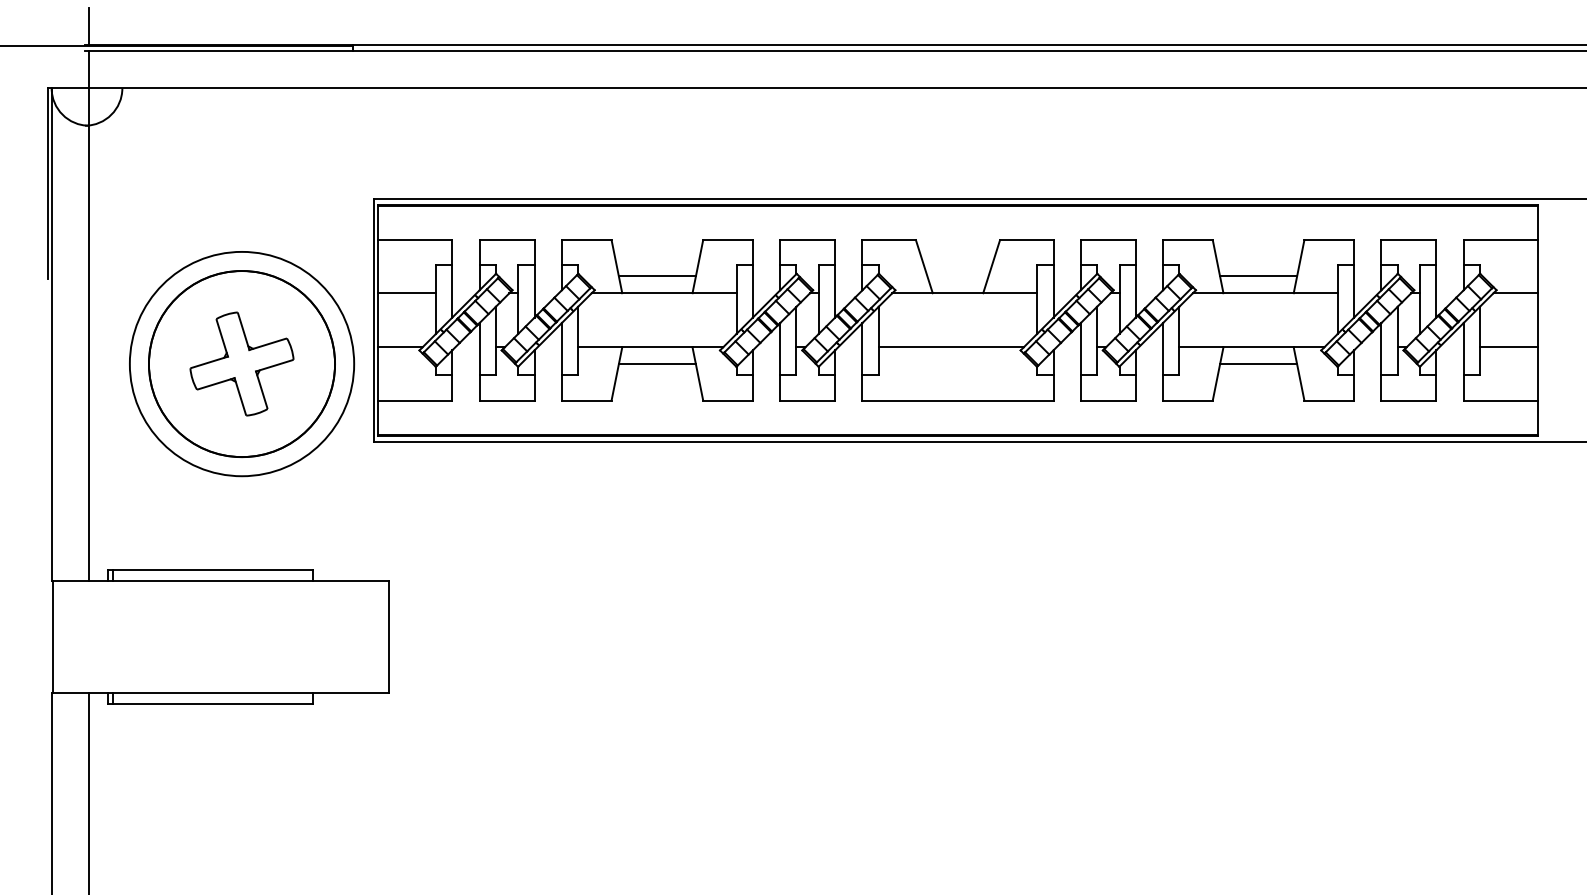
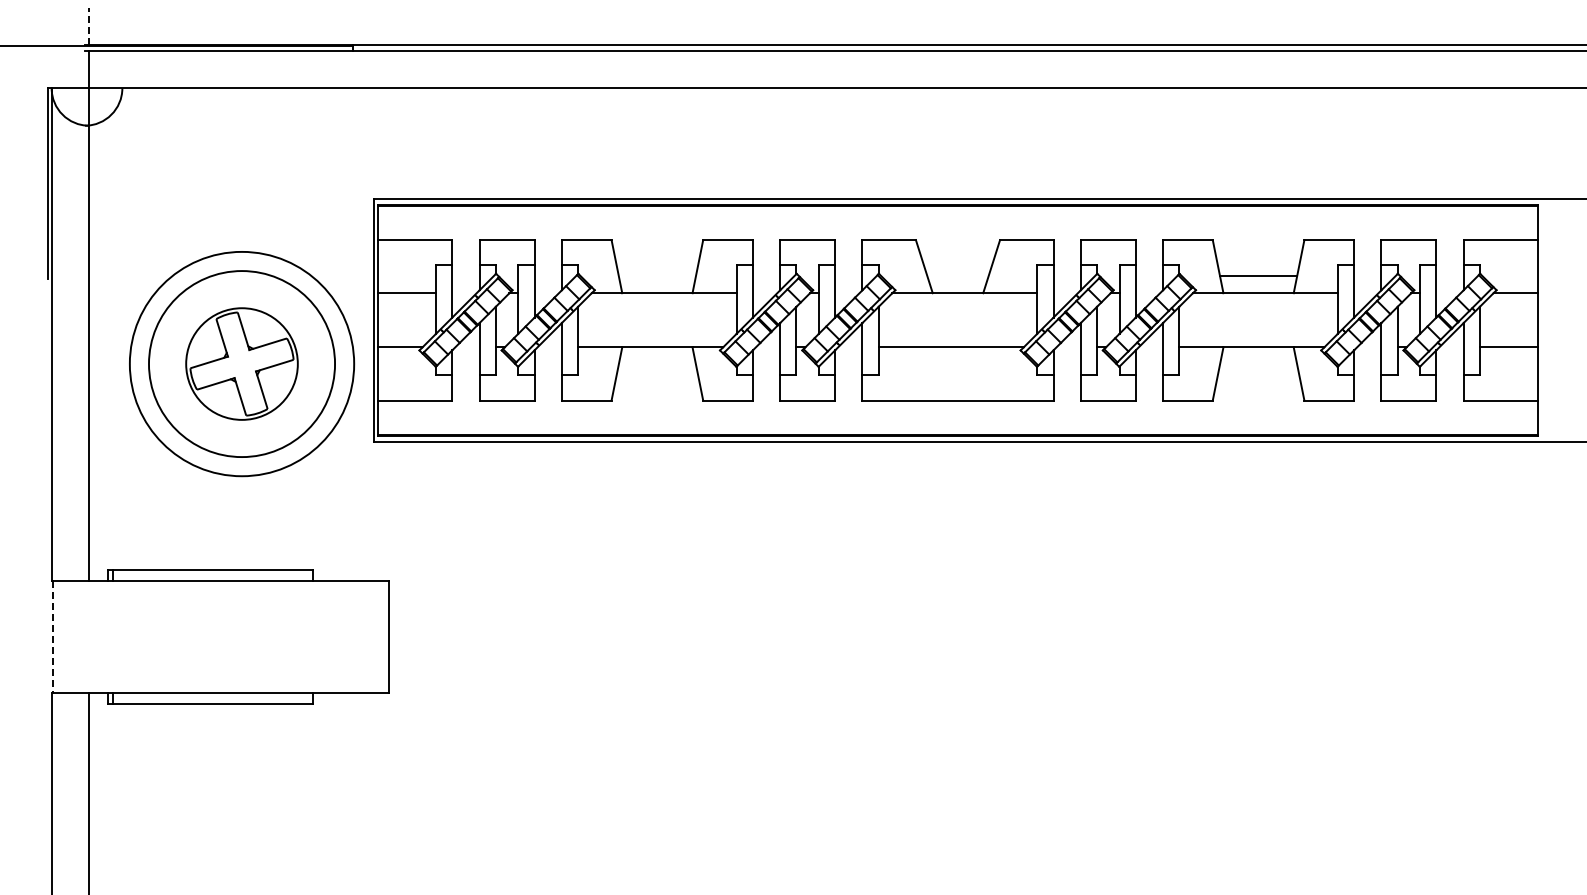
line at (89, 26): solid -> dashed
line at (656, 276): present -> none
circle at (241, 364) diameter: 186 px -> 112 px
line at (656, 364): present -> none
line at (1258, 364): present -> none
line at (53, 637): solid -> dashed
